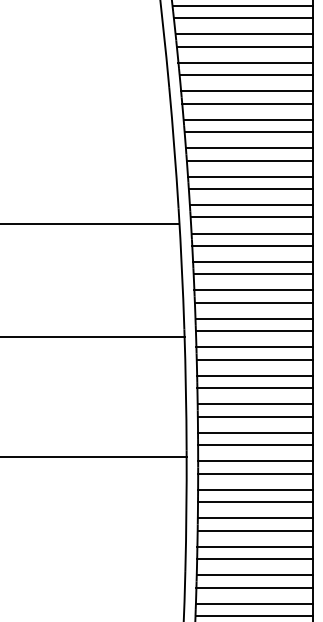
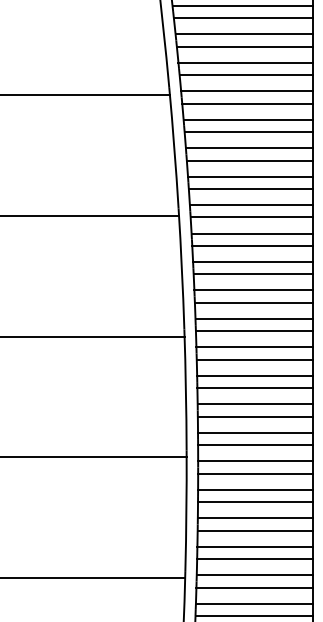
line at (85, 95): none -> present
line at (90, 223) position: (90, 223) -> (90, 215)
line at (93, 578): none -> present
